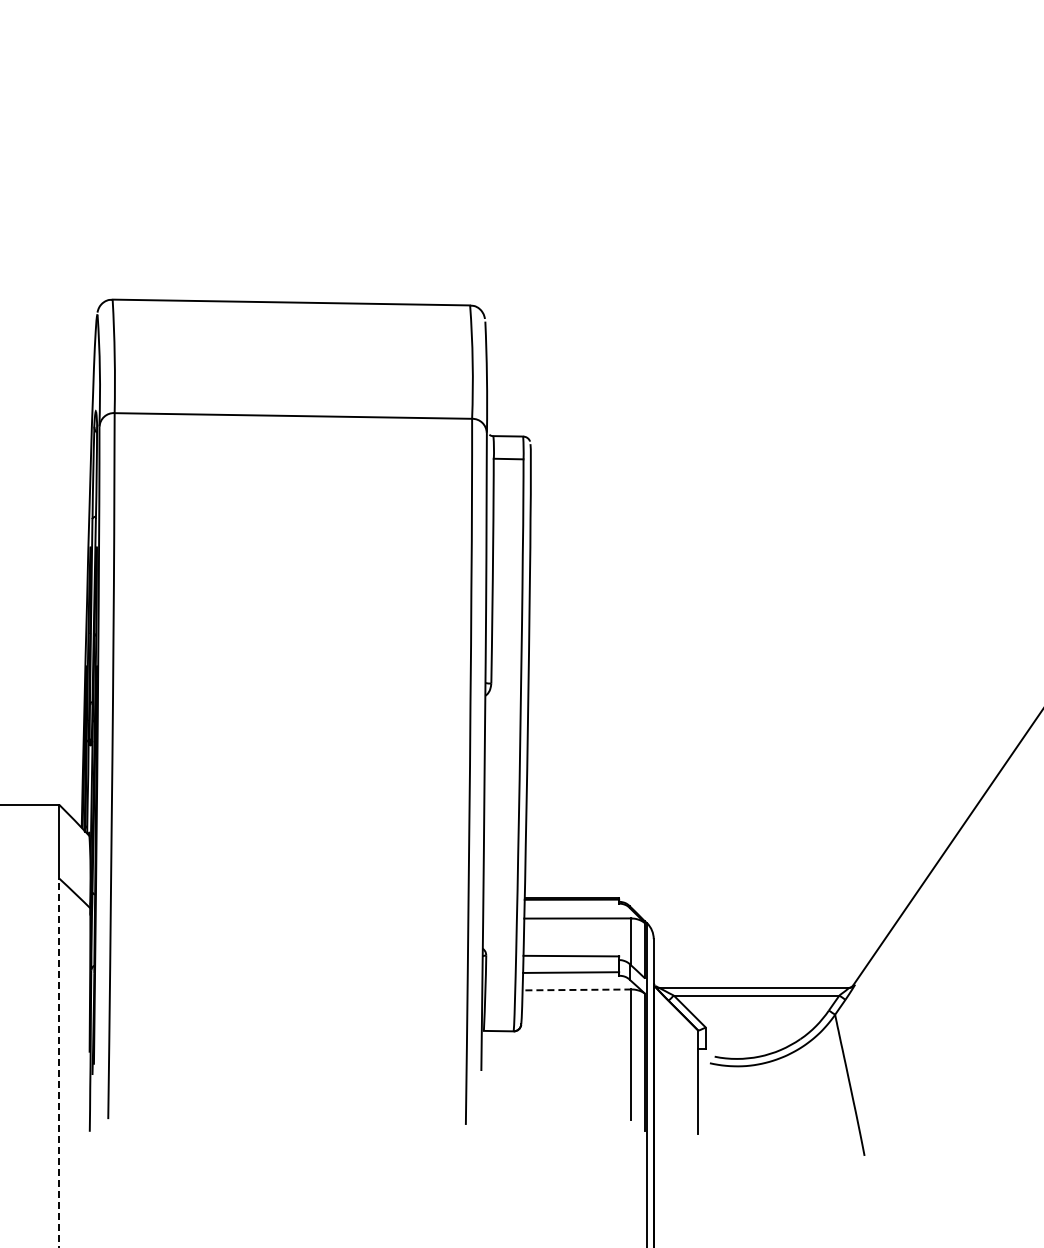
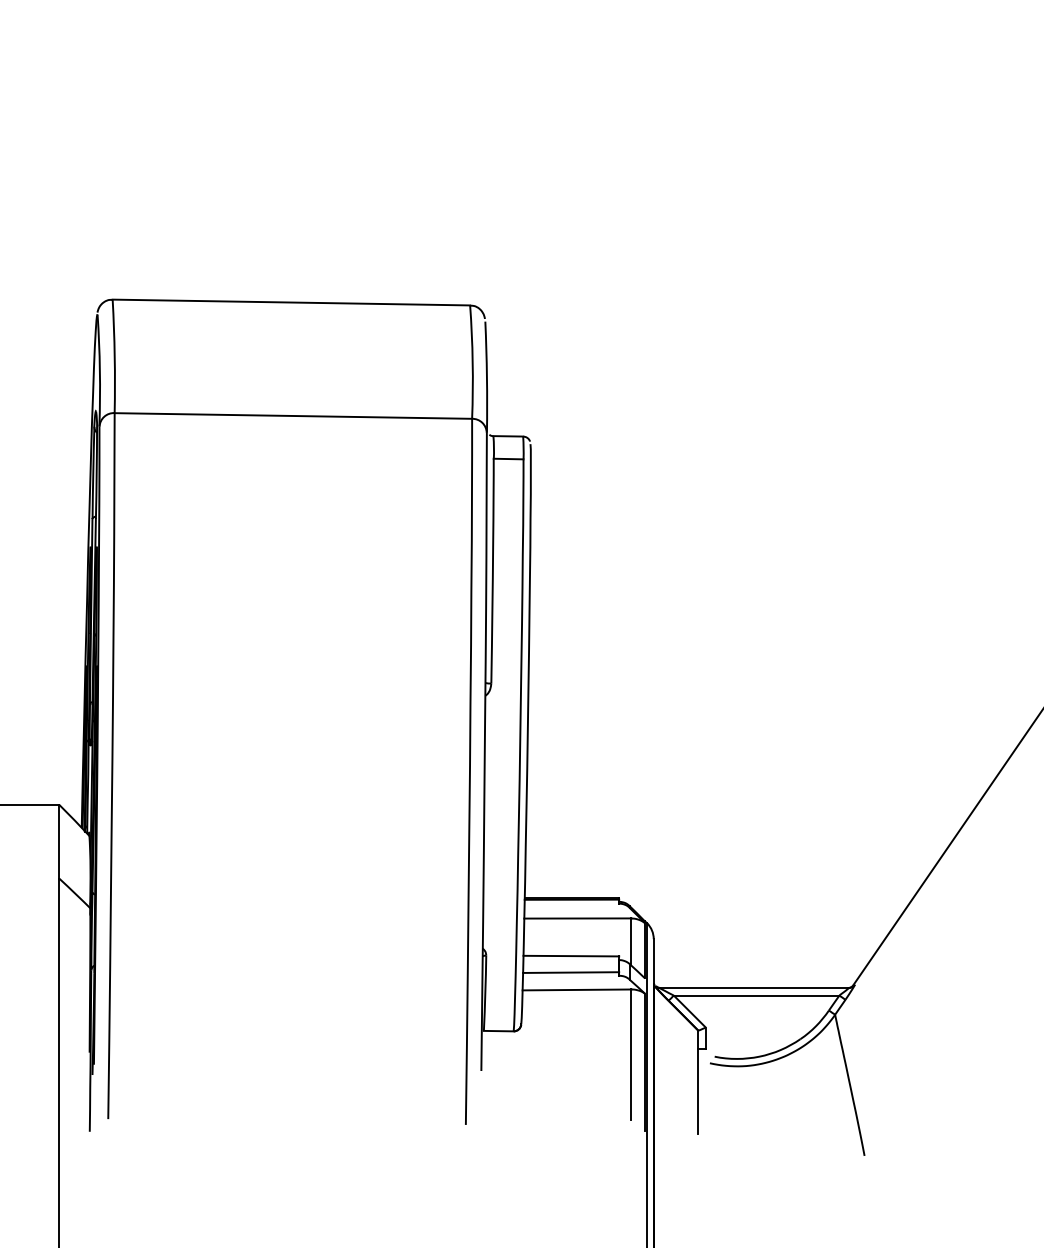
line at (576, 989): dashed -> solid
line at (59, 1062): dashed -> solid
